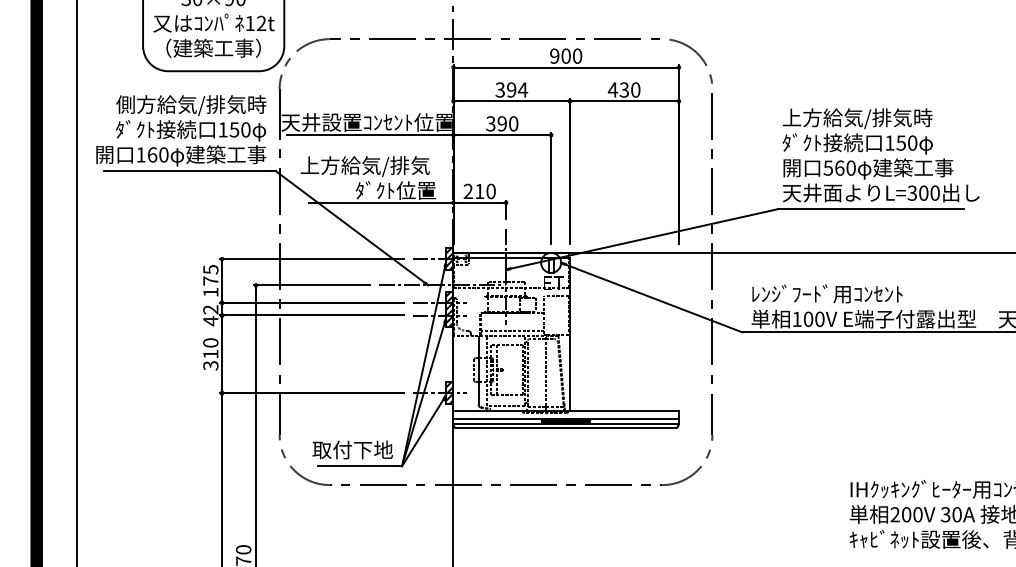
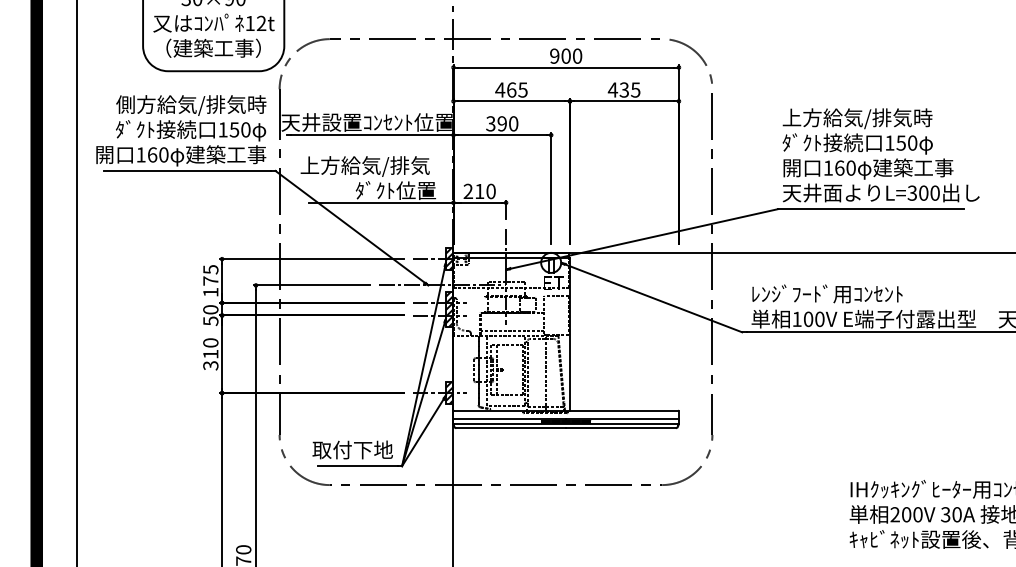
text at (511, 89): 394 -> 465
text at (635, 89): 430 -> 435
text at (827, 167): 560 -> 160
text at (210, 315): 42 -> 50
